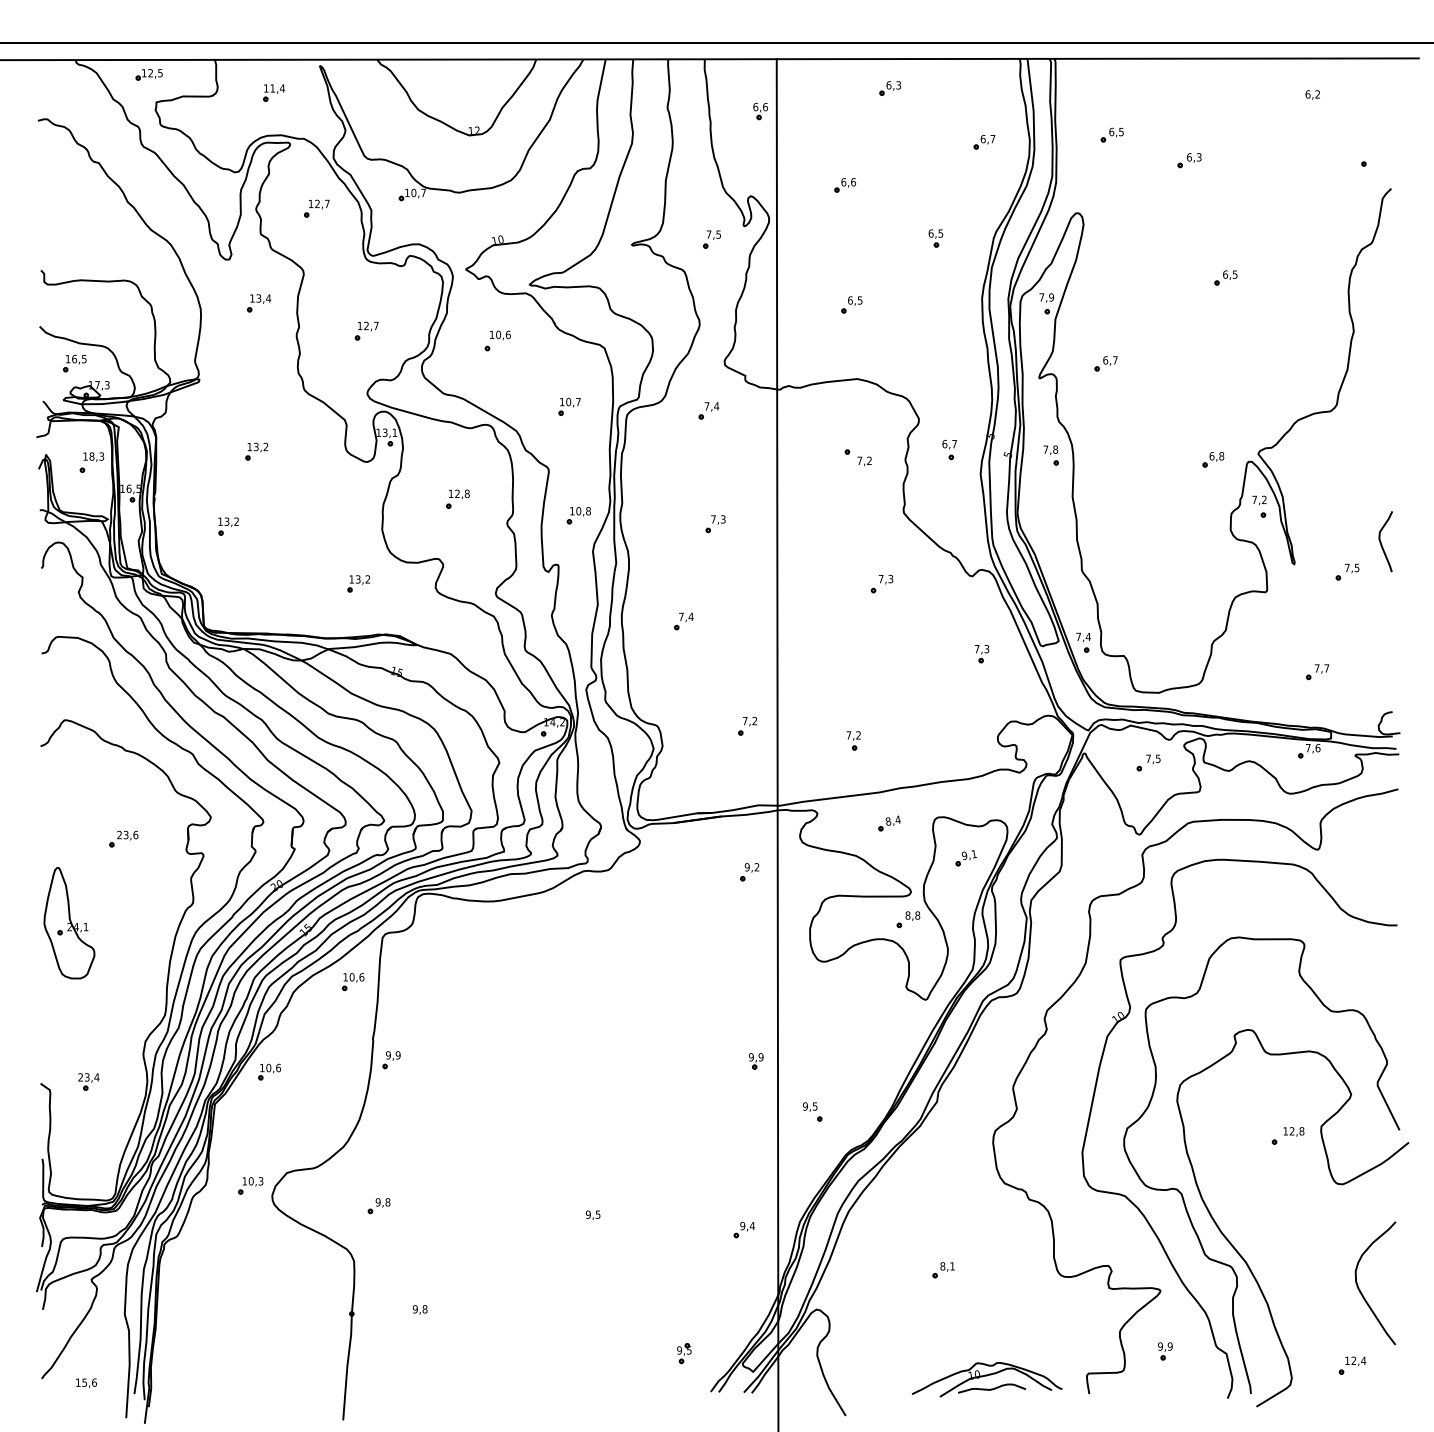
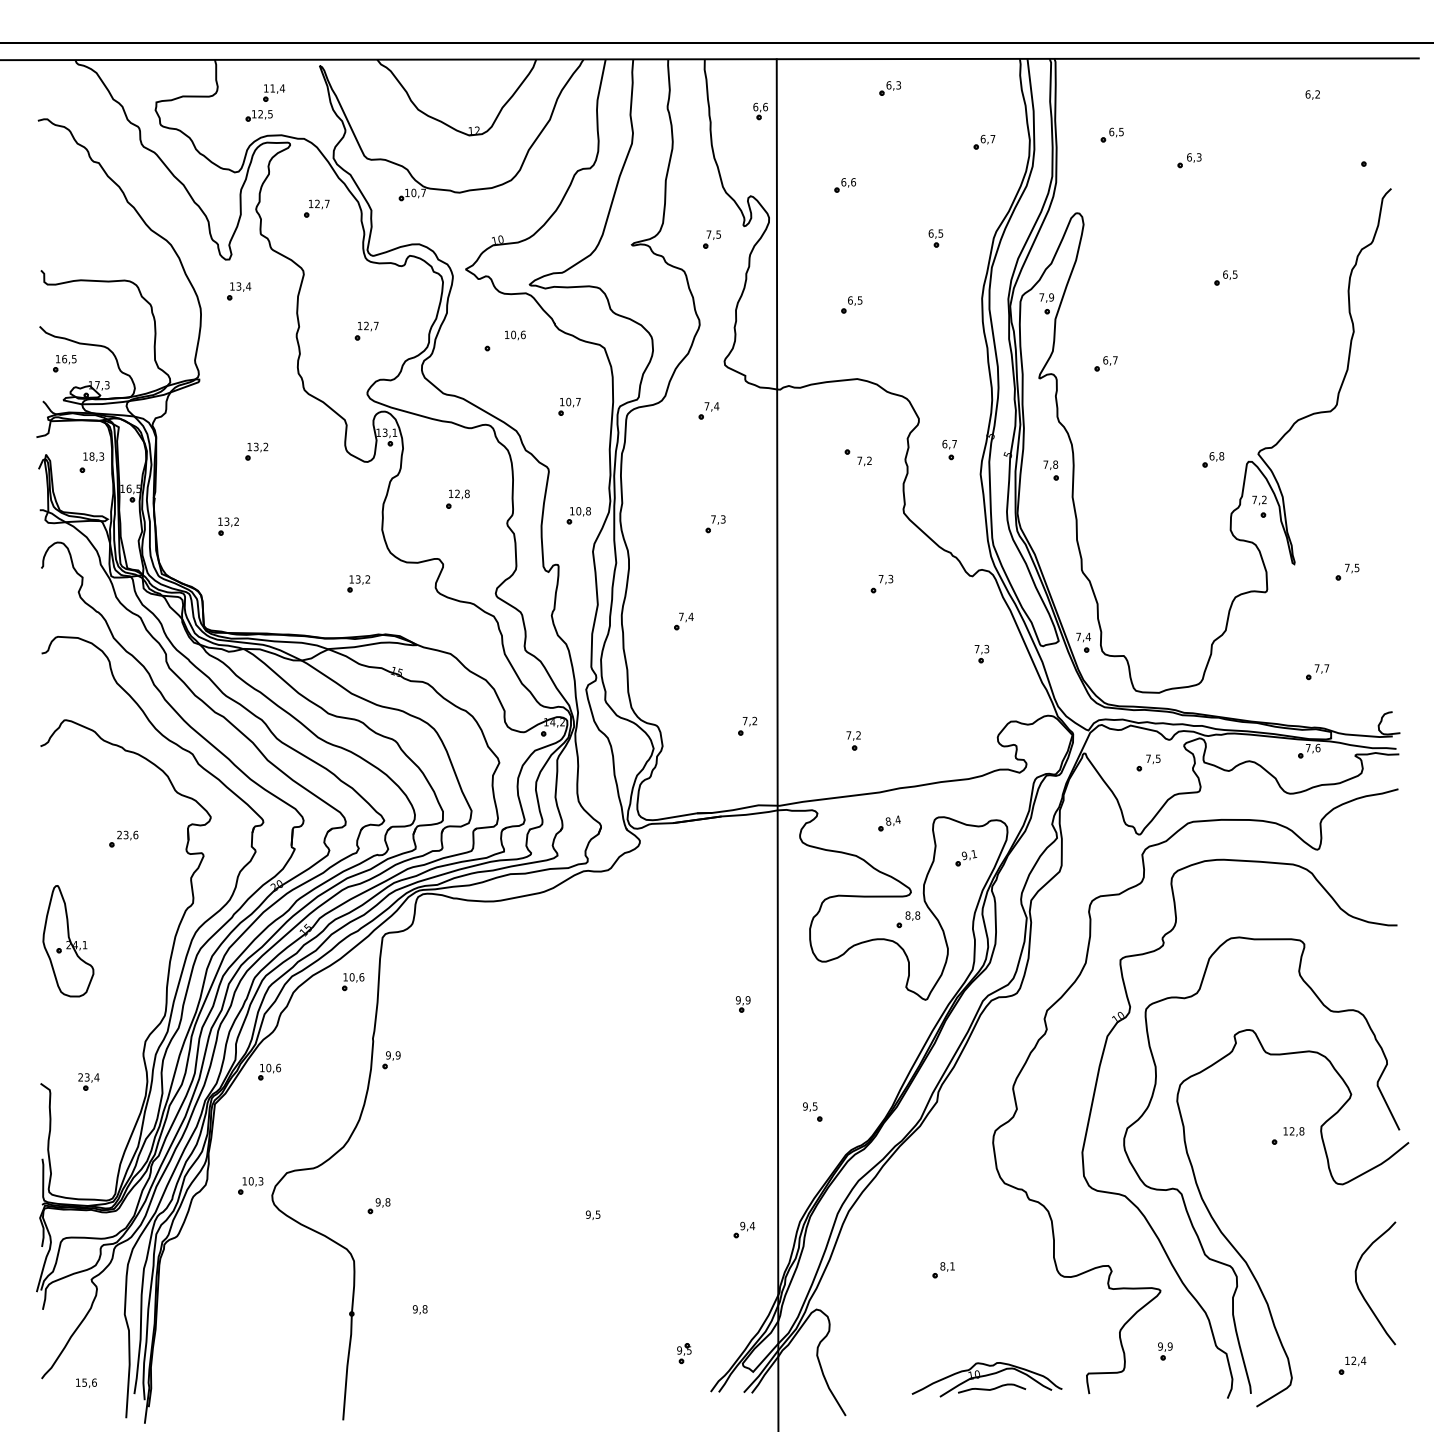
part at (148, 74) position: (148, 74) -> (258, 115)
part at (259, 303) position: (259, 303) -> (239, 291)
text at (500, 335) position: (500, 335) -> (515, 335)
part at (74, 363) position: (74, 363) -> (64, 363)
part at (1050, 455) position: (1050, 455) -> (1050, 470)
curve at (1381, 541): present -> none
part at (749, 872): present -> none
part at (69, 923) position: (69, 923) -> (68, 941)
part at (756, 1061) position: (756, 1061) -> (743, 1004)
